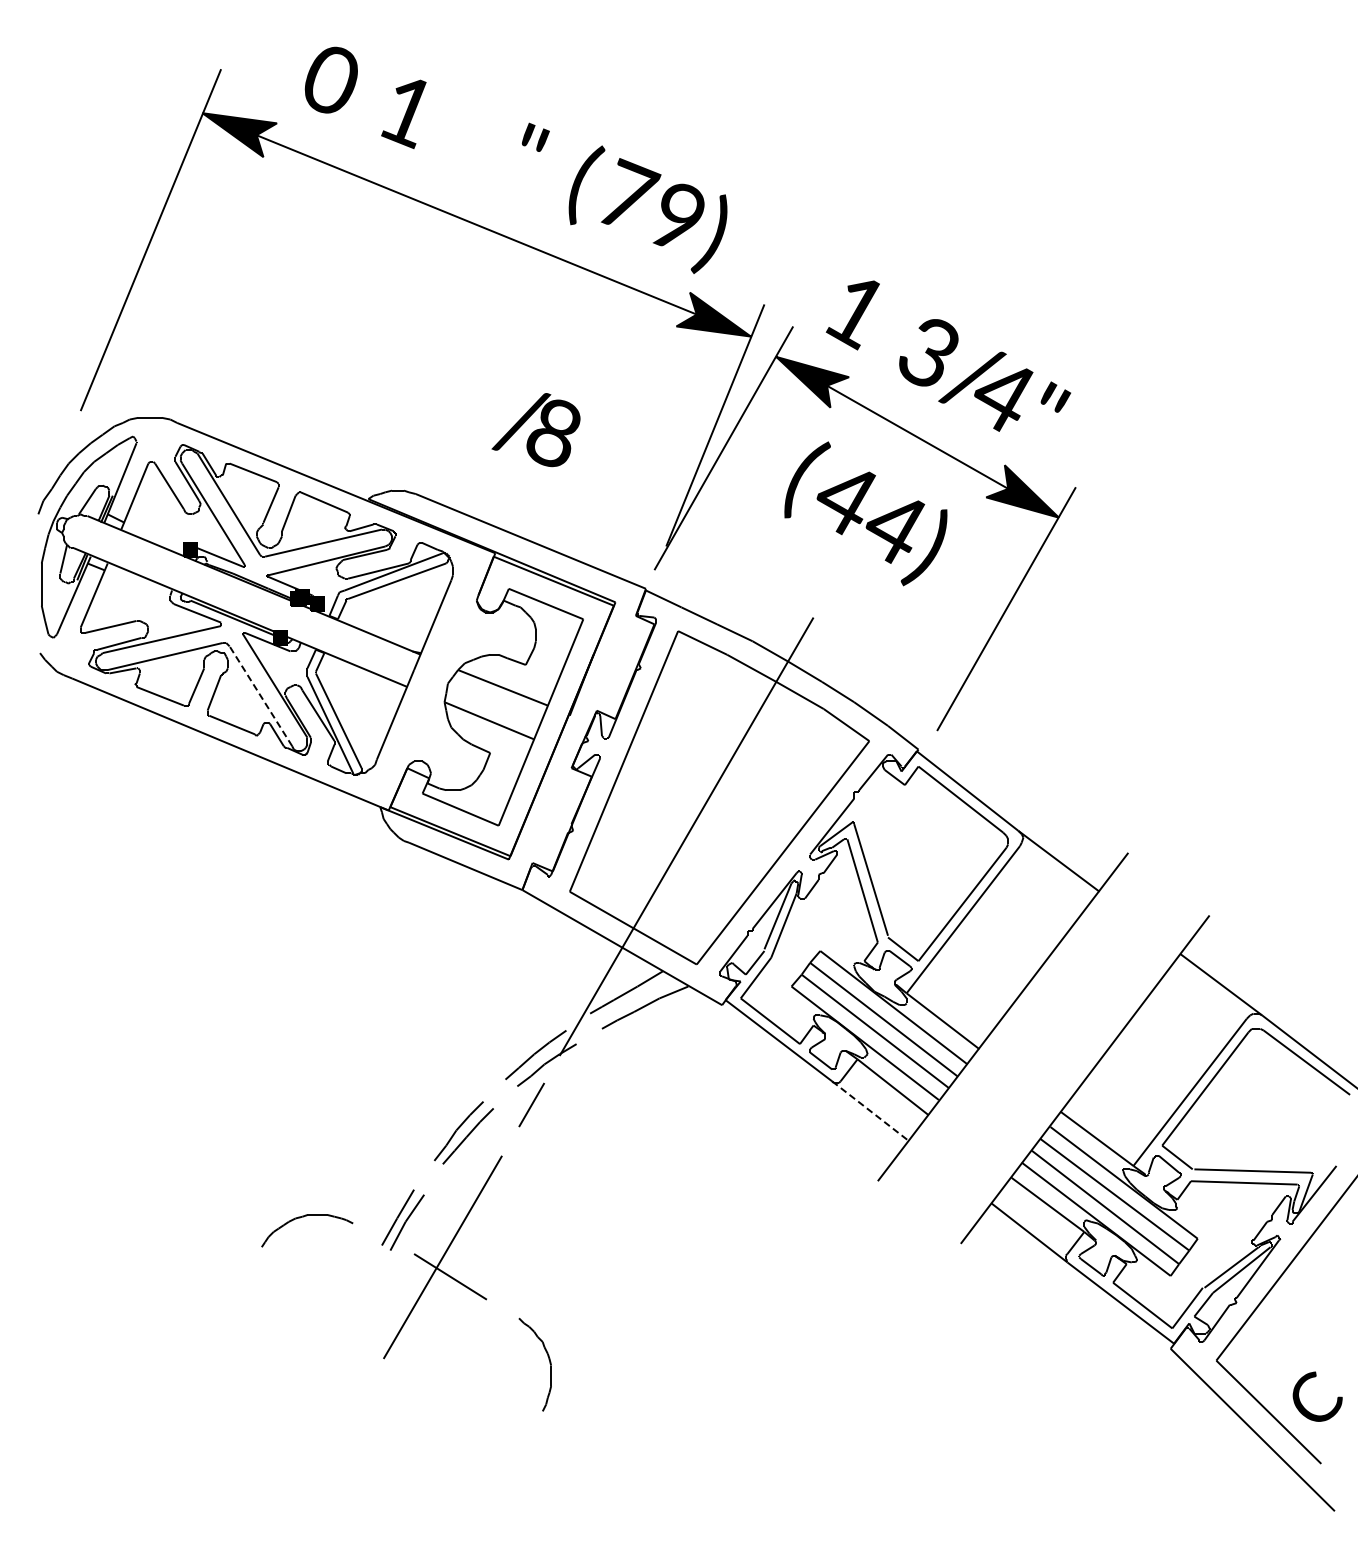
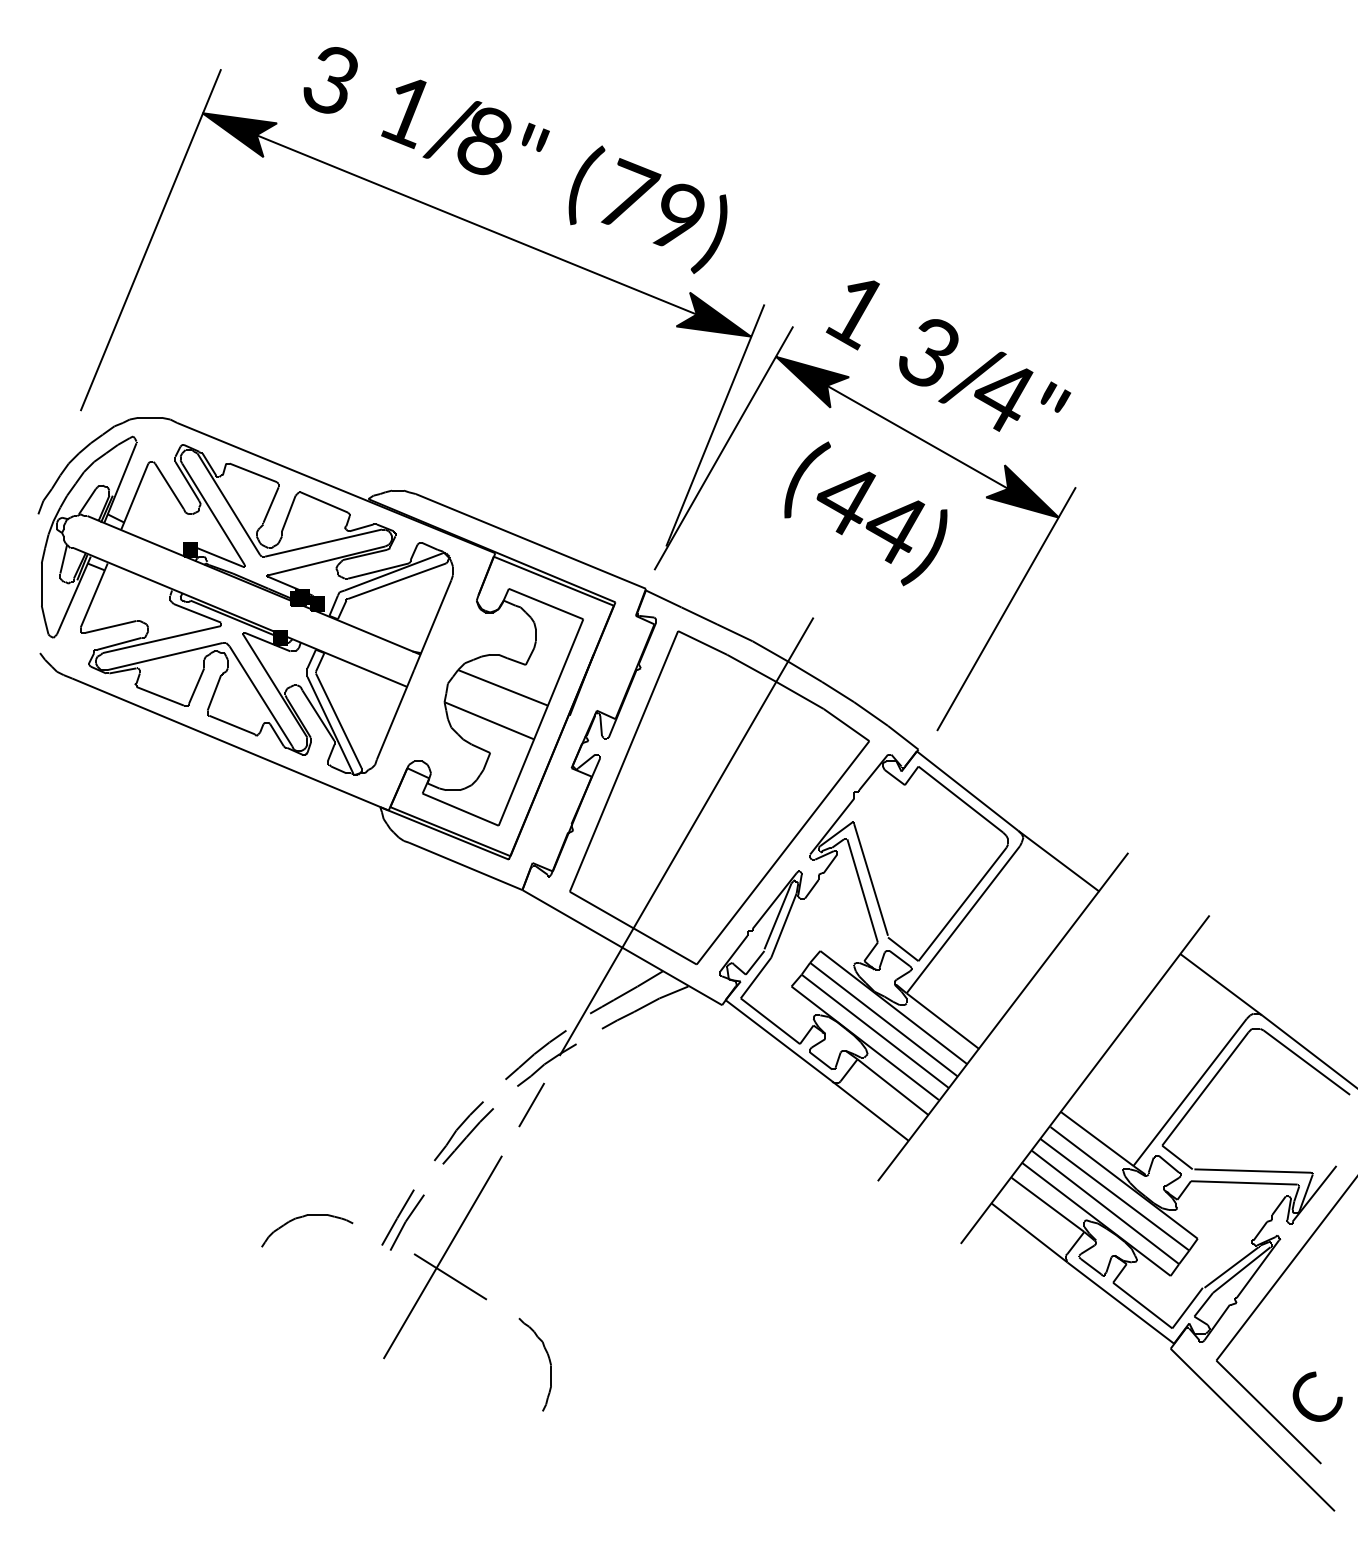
text at (330, 79): 0 -> 3
text at (535, 430) position: (535, 430) -> (466, 138)
line at (260, 696): dashed -> solid
line at (870, 1111): dashed -> solid
